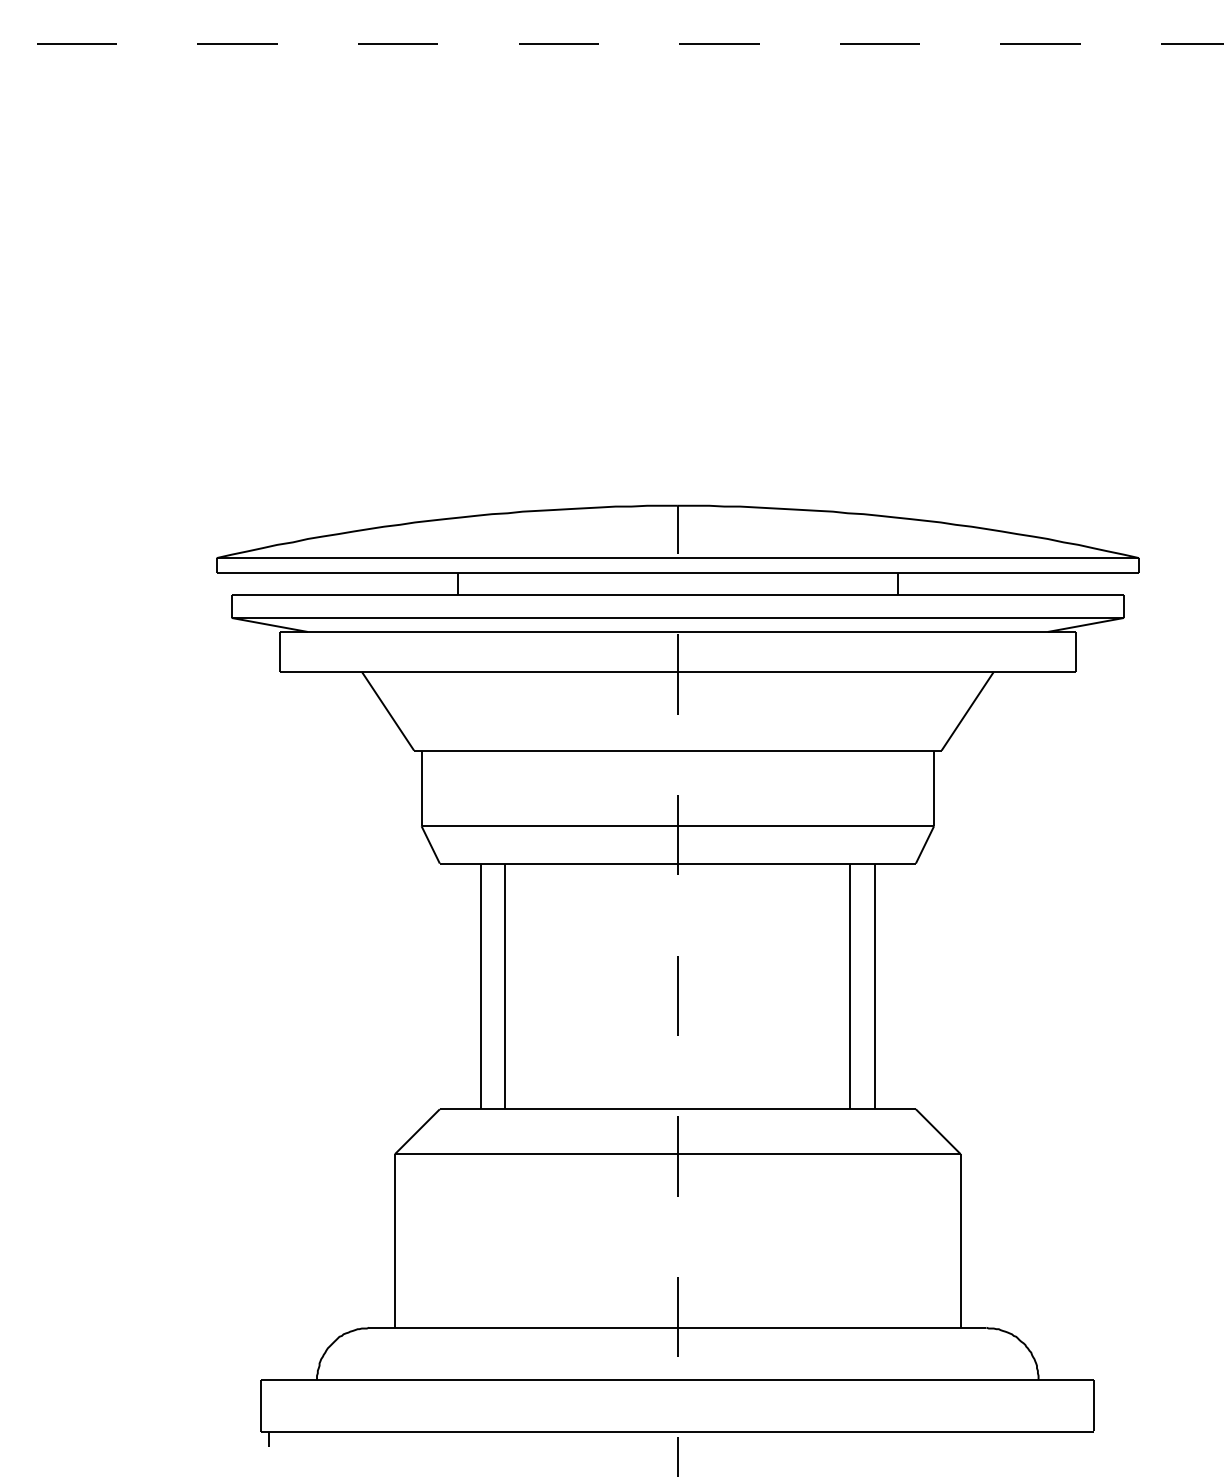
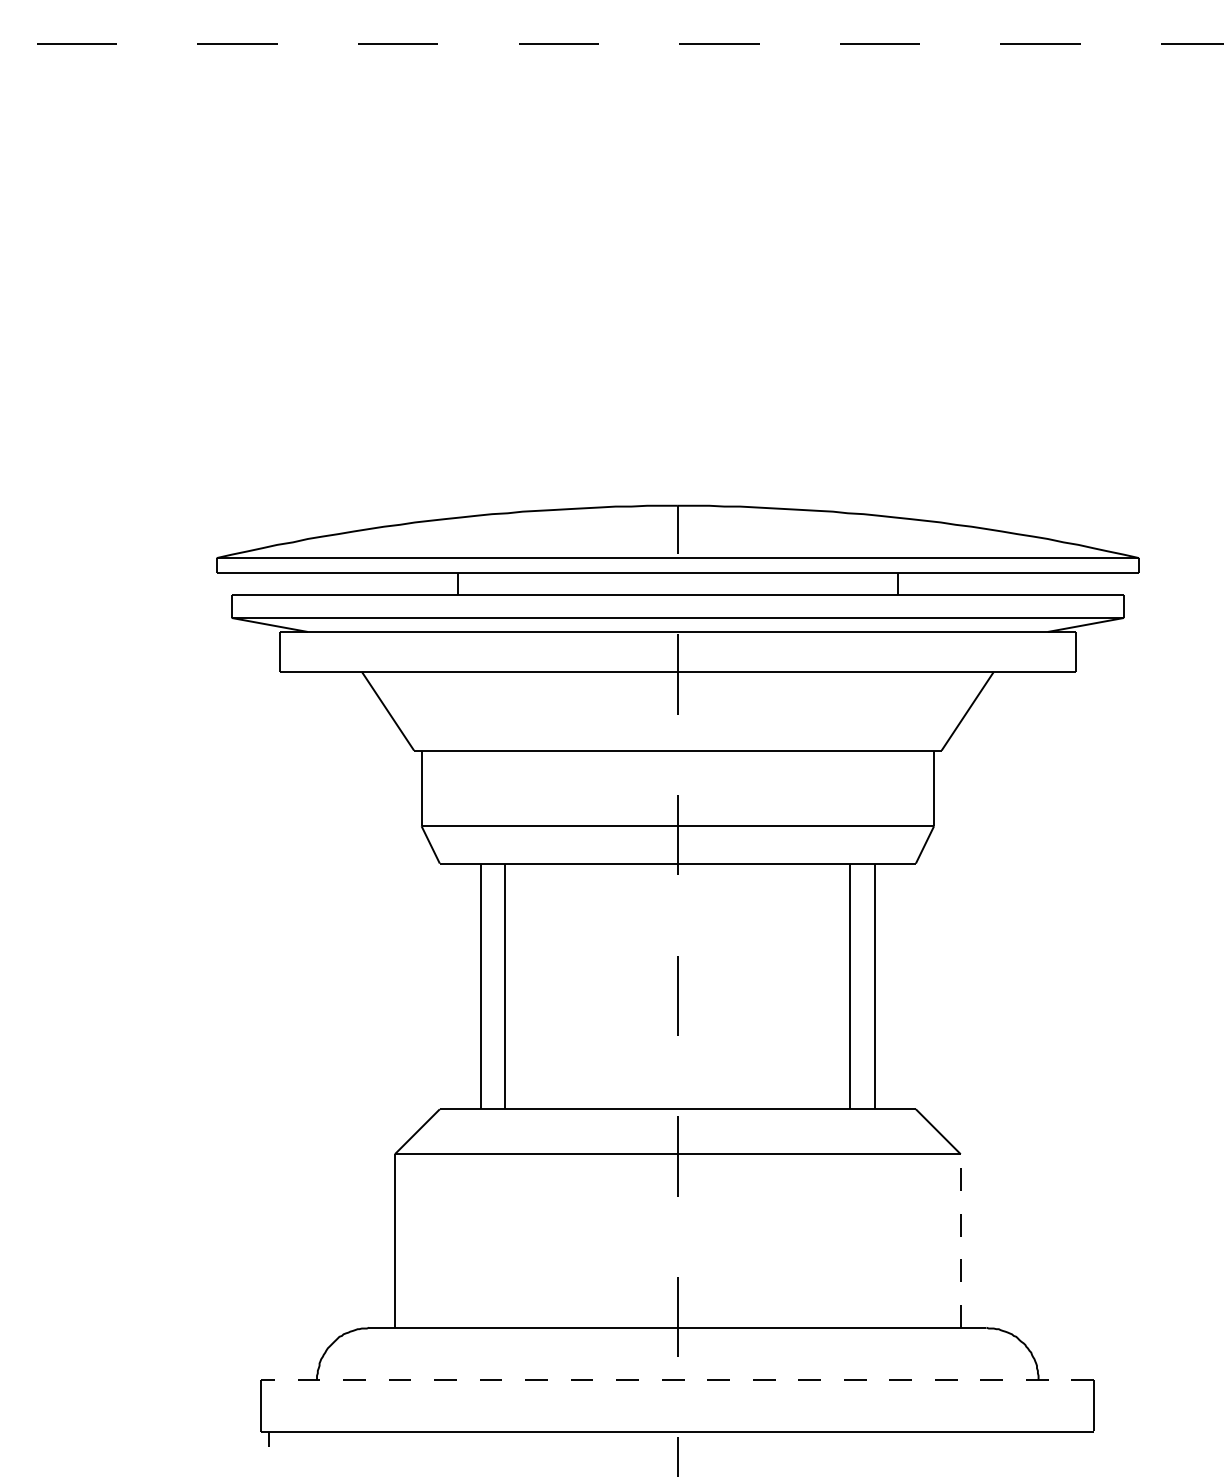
line at (960, 1240): solid -> dashed
line at (677, 1379): solid -> dashed
